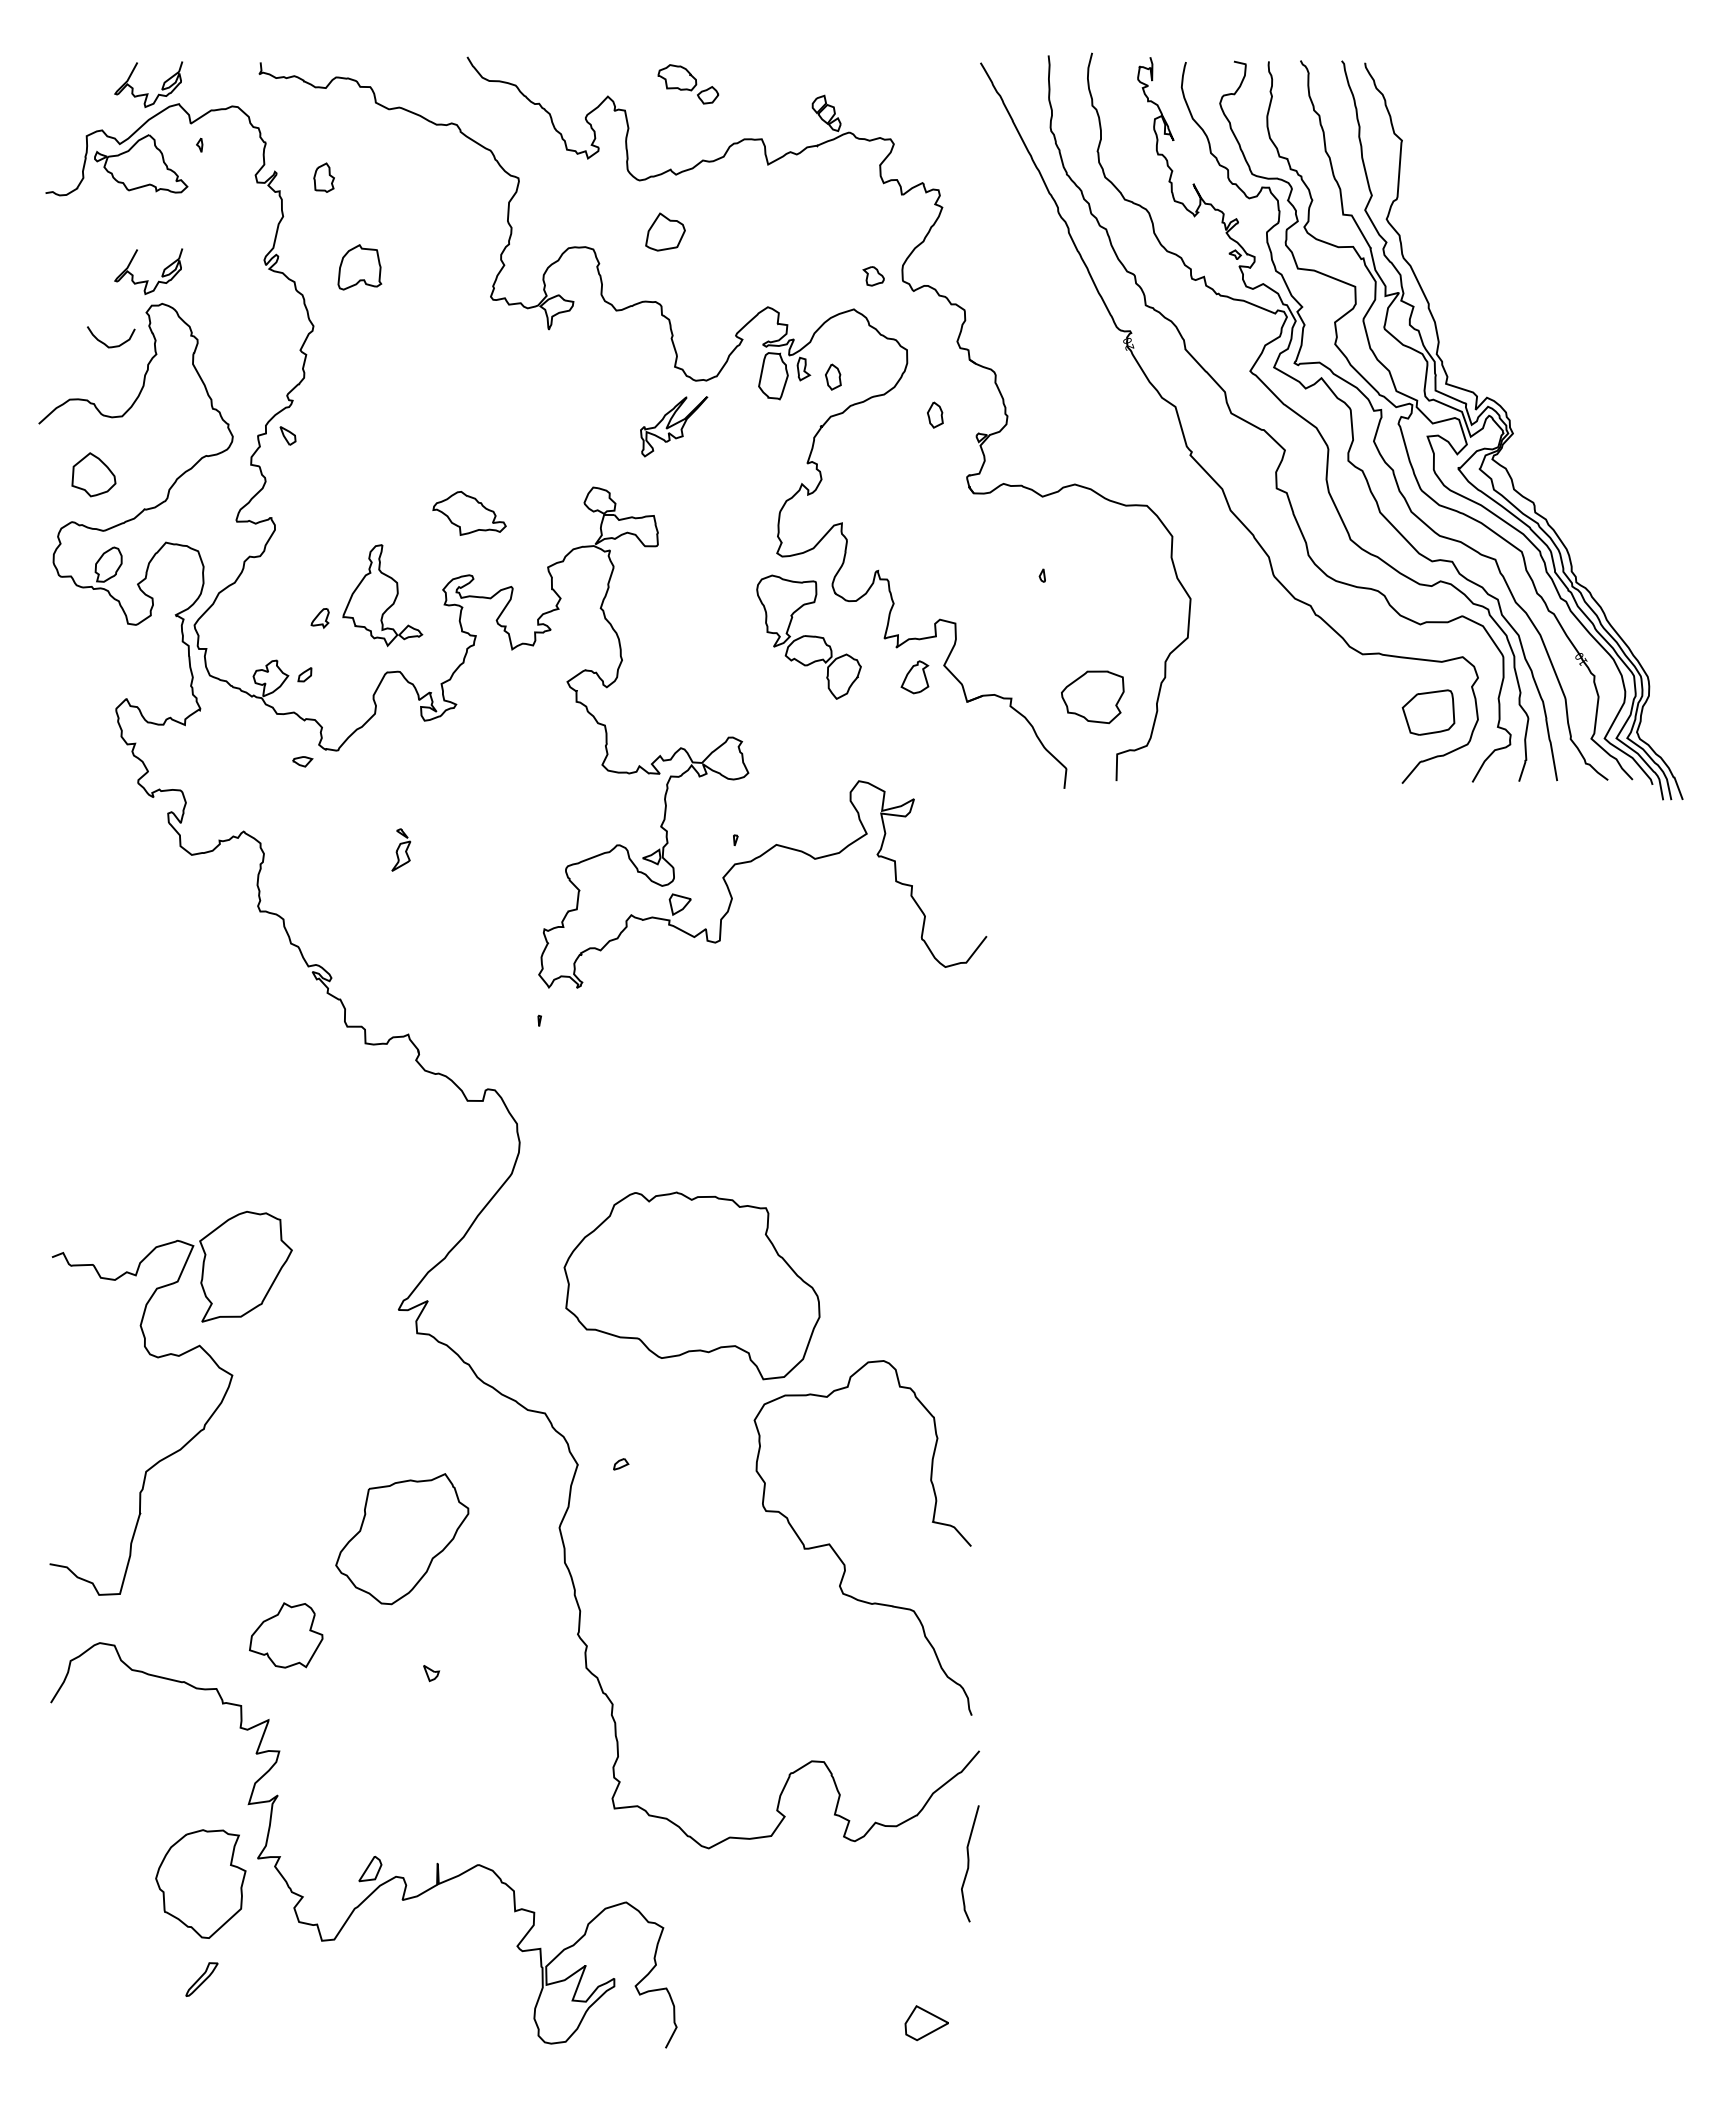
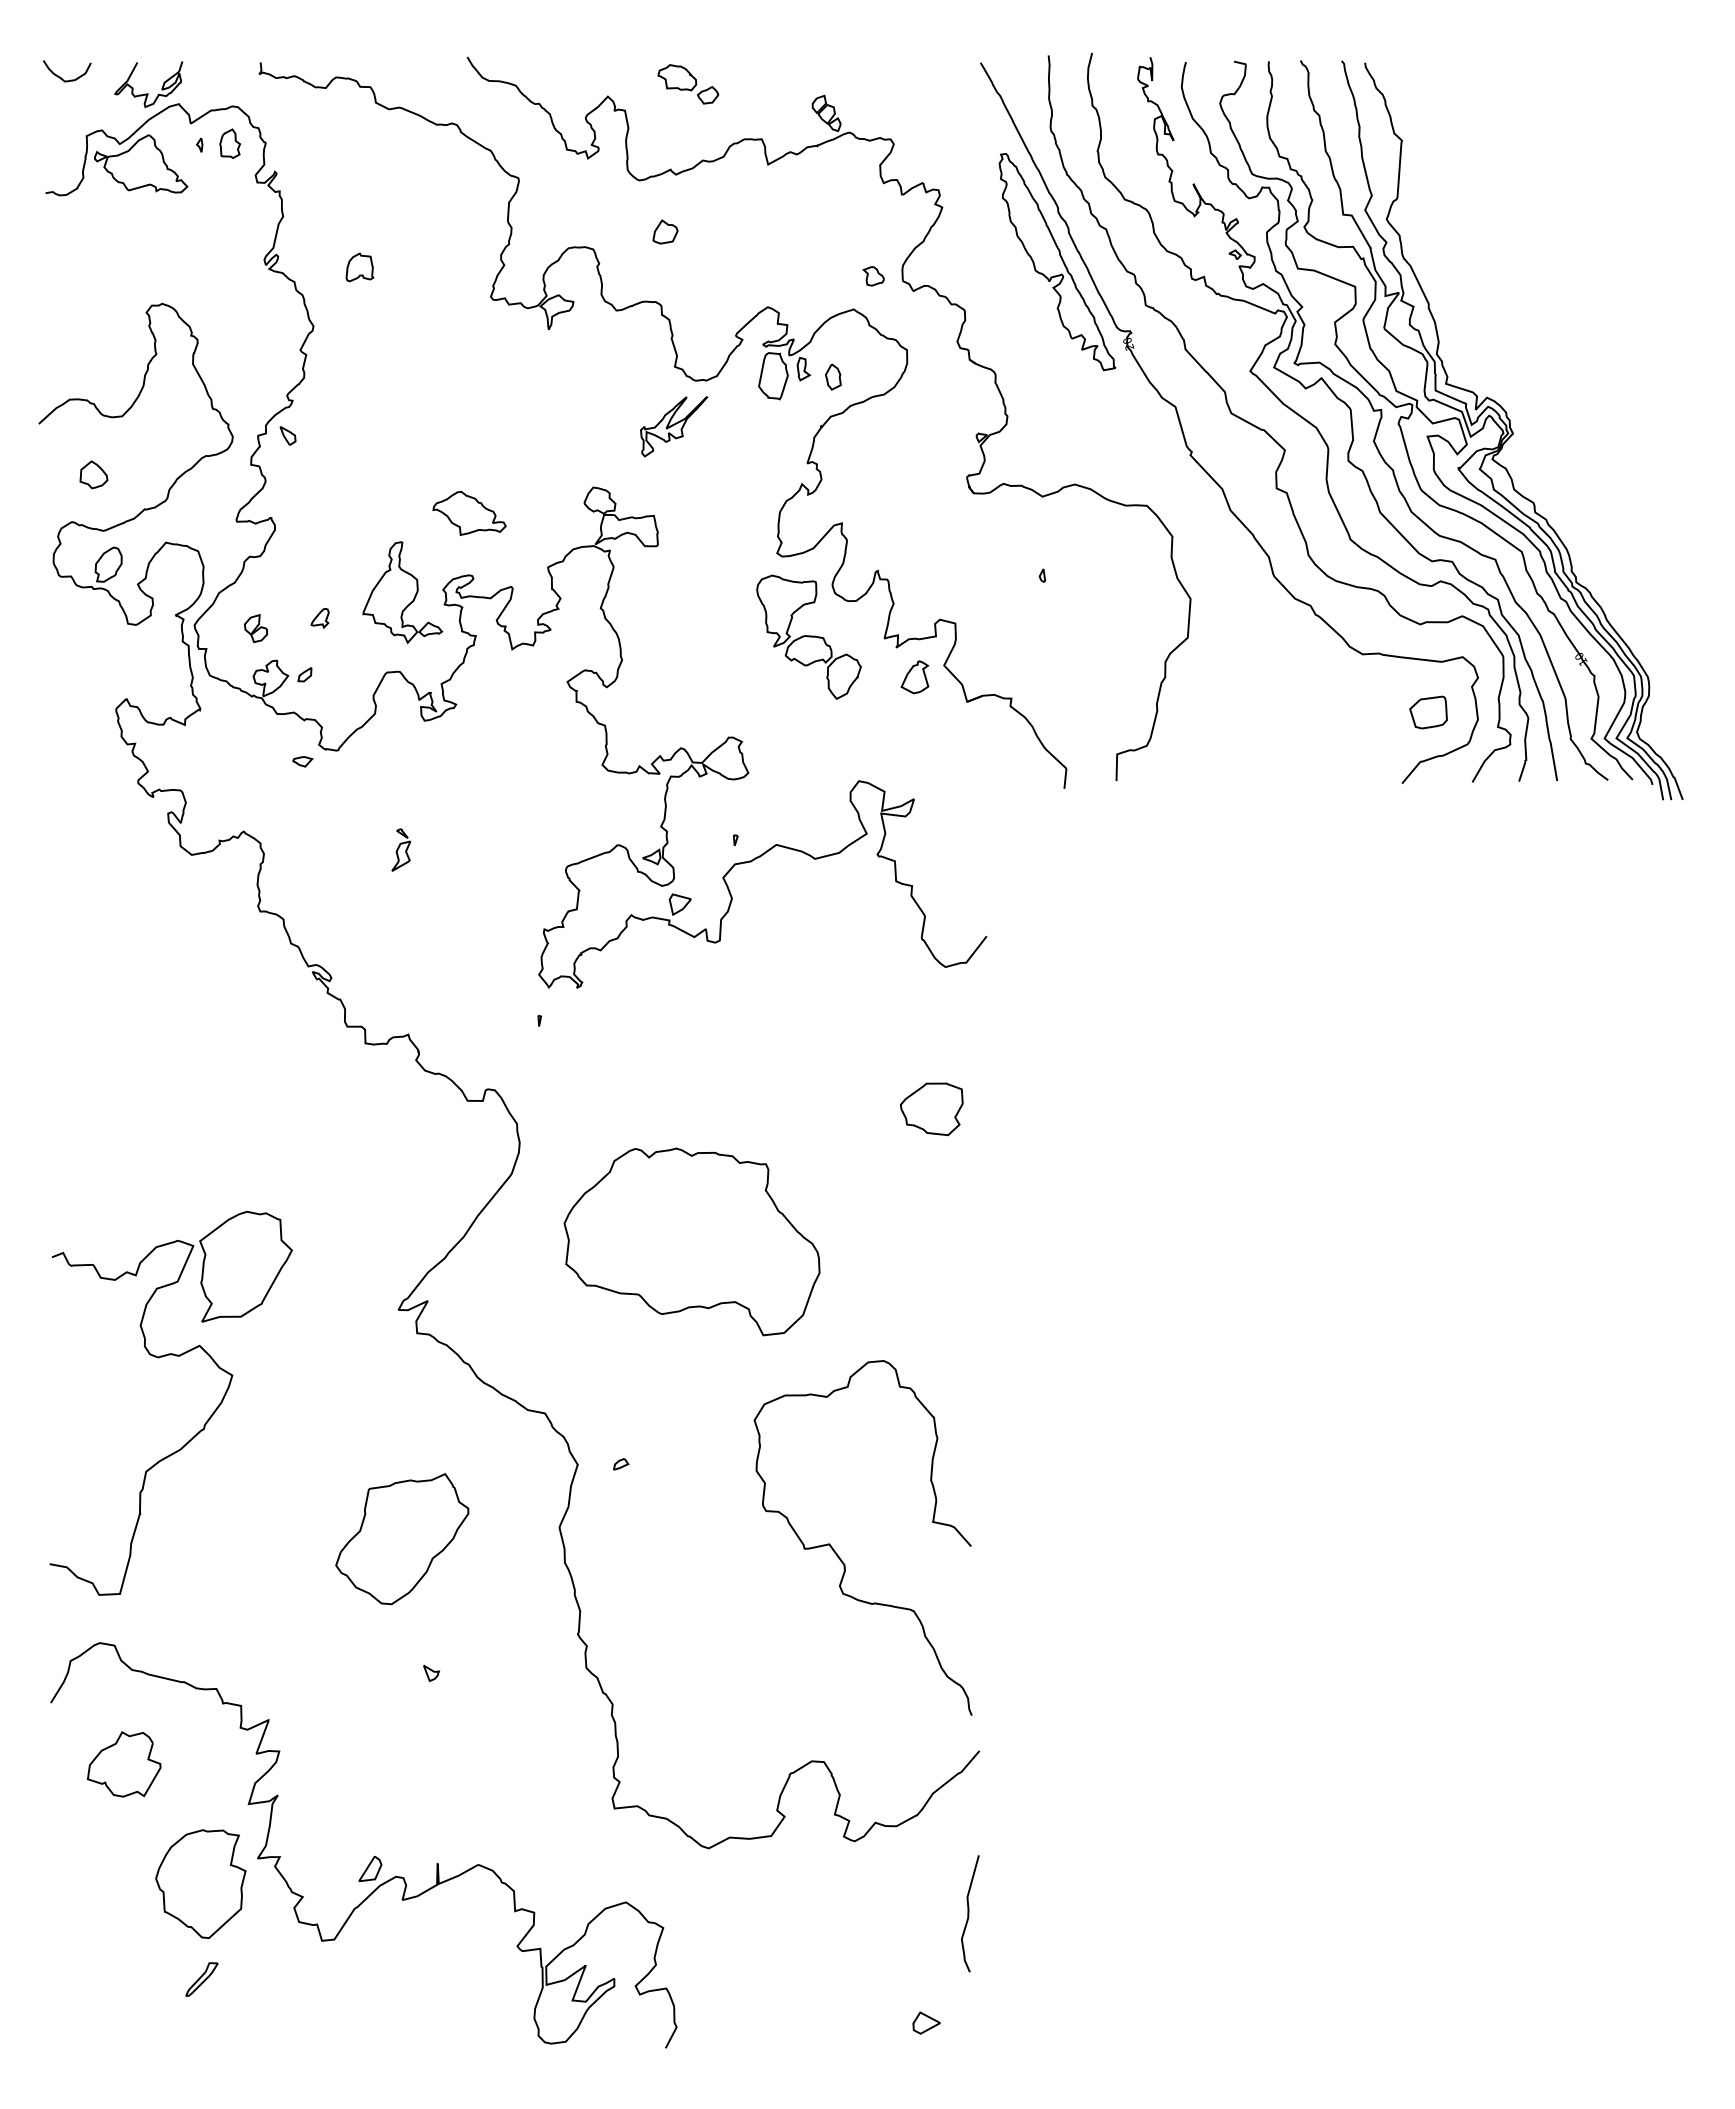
part at (323, 177) position: (323, 177) -> (229, 143)
part at (665, 231) size: 41x40 px -> 27x26 px
part at (1057, 262): none -> present
part at (359, 267) size: 46x47 px -> 30x31 px
curve at (148, 280): present -> none
curve at (105, 343) position: (105, 343) -> (61, 77)
part at (935, 414): present -> none
part at (93, 474) size: 46x46 px -> 30x30 px
part at (382, 595) position: (382, 595) -> (402, 592)
part at (256, 628): none -> present
part at (1092, 696) position: (1092, 696) -> (931, 1108)
part at (1428, 712) size: 55x47 px -> 39x35 px
part at (691, 1285) position: (691, 1285) -> (691, 1241)
part at (286, 1635) position: (286, 1635) -> (124, 1764)
curve at (969, 1863) position: (969, 1863) -> (969, 1913)
part at (926, 2023) size: 45x37 px -> 29x24 px
